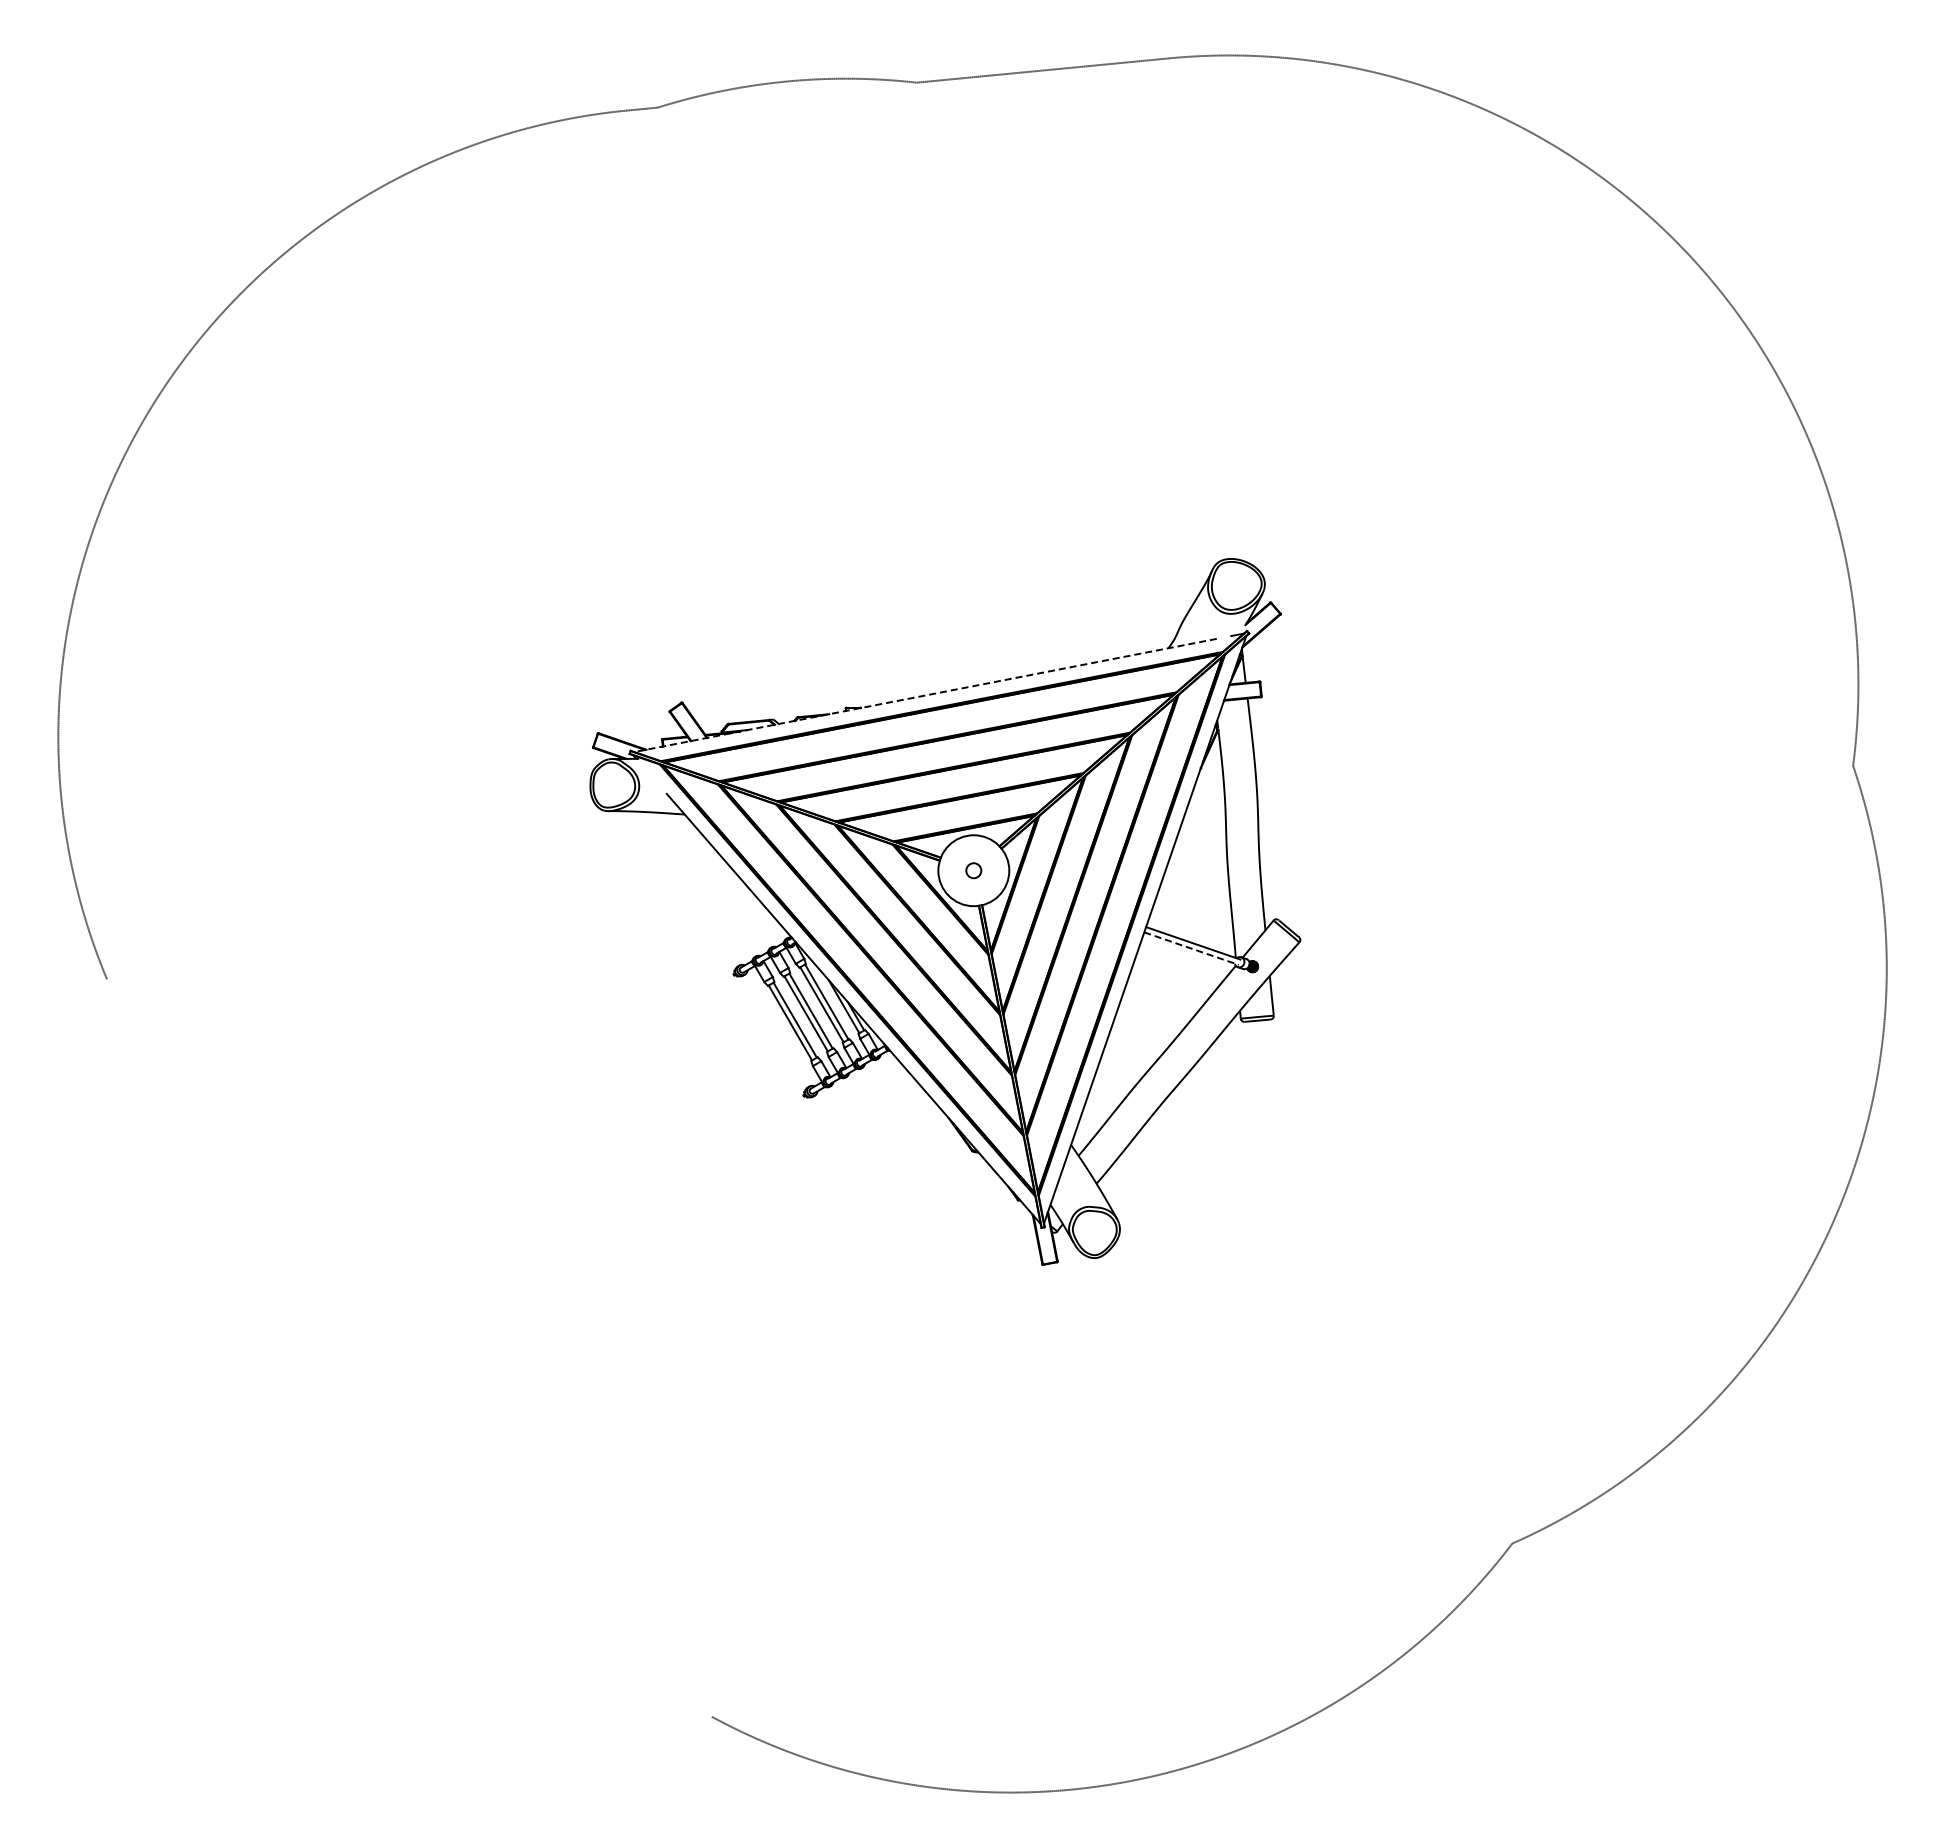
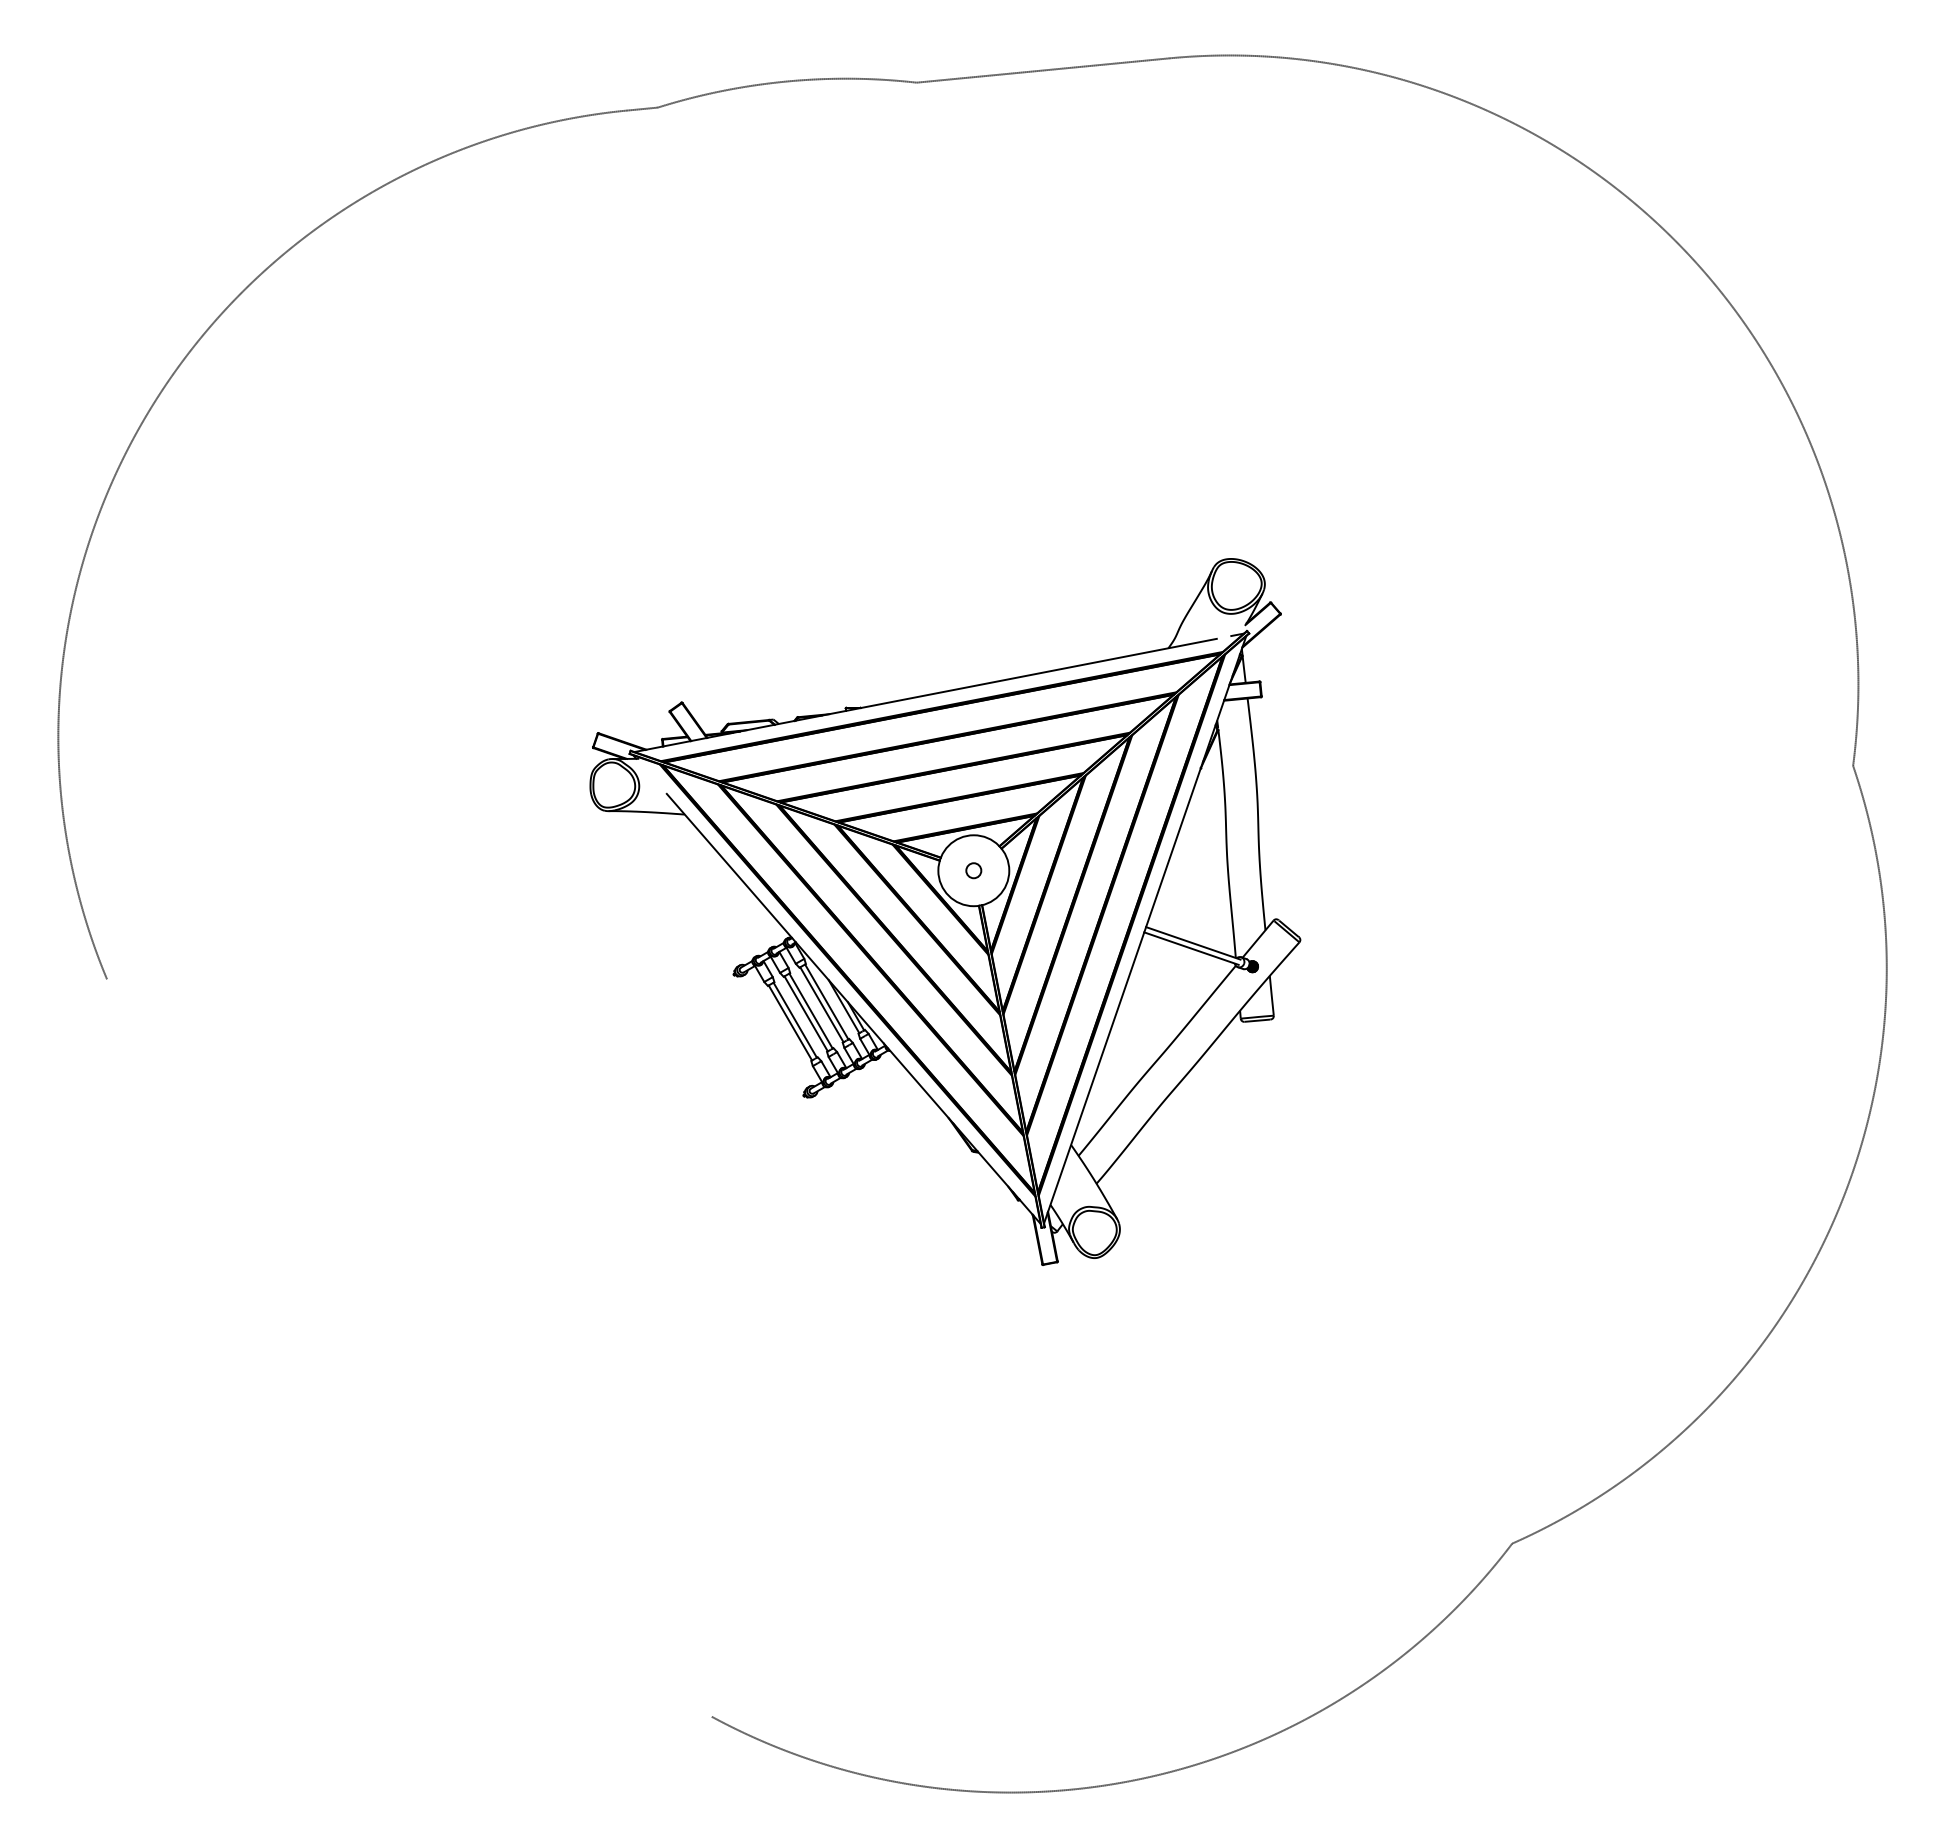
line at (925, 695): dashed -> solid
line at (1191, 948): dashed -> solid
